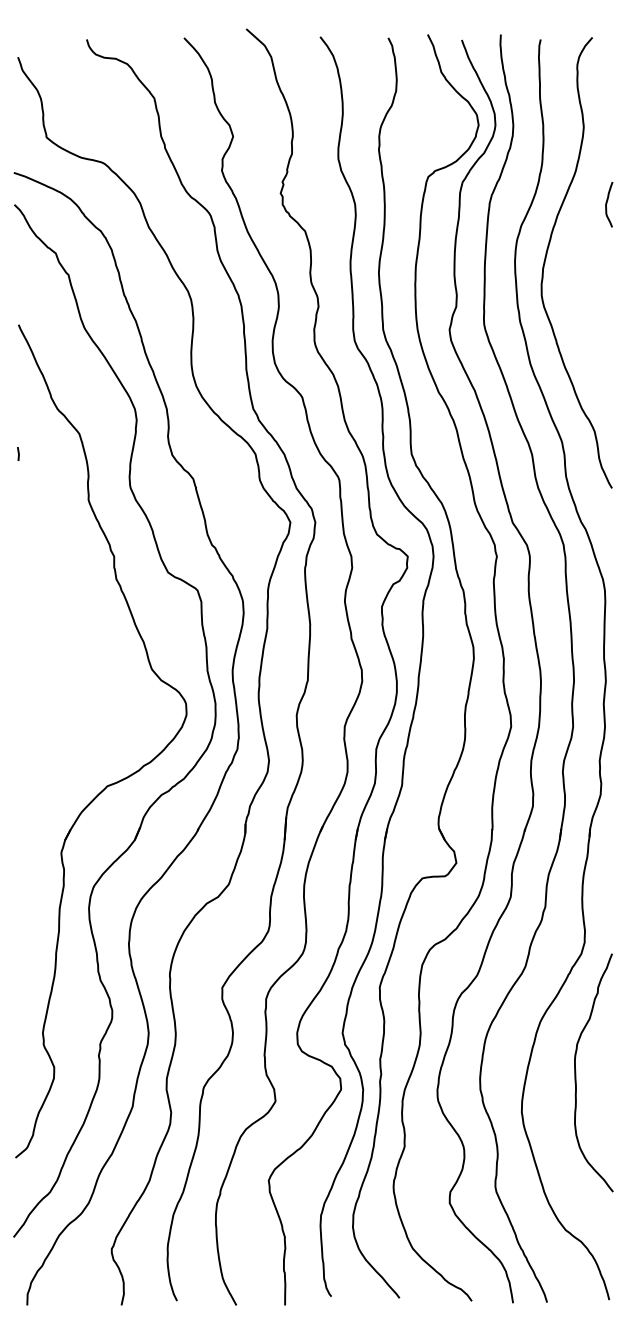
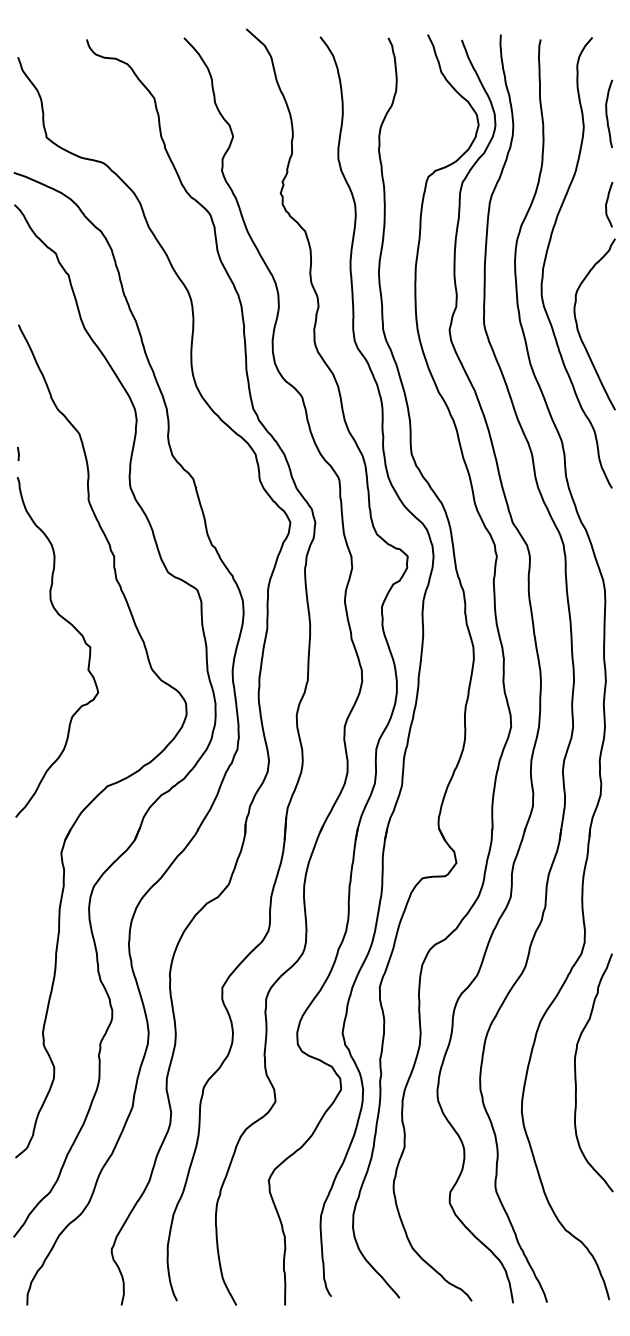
curve at (607, 113): none -> present
curve at (578, 327): none -> present
curve at (76, 631): none -> present
